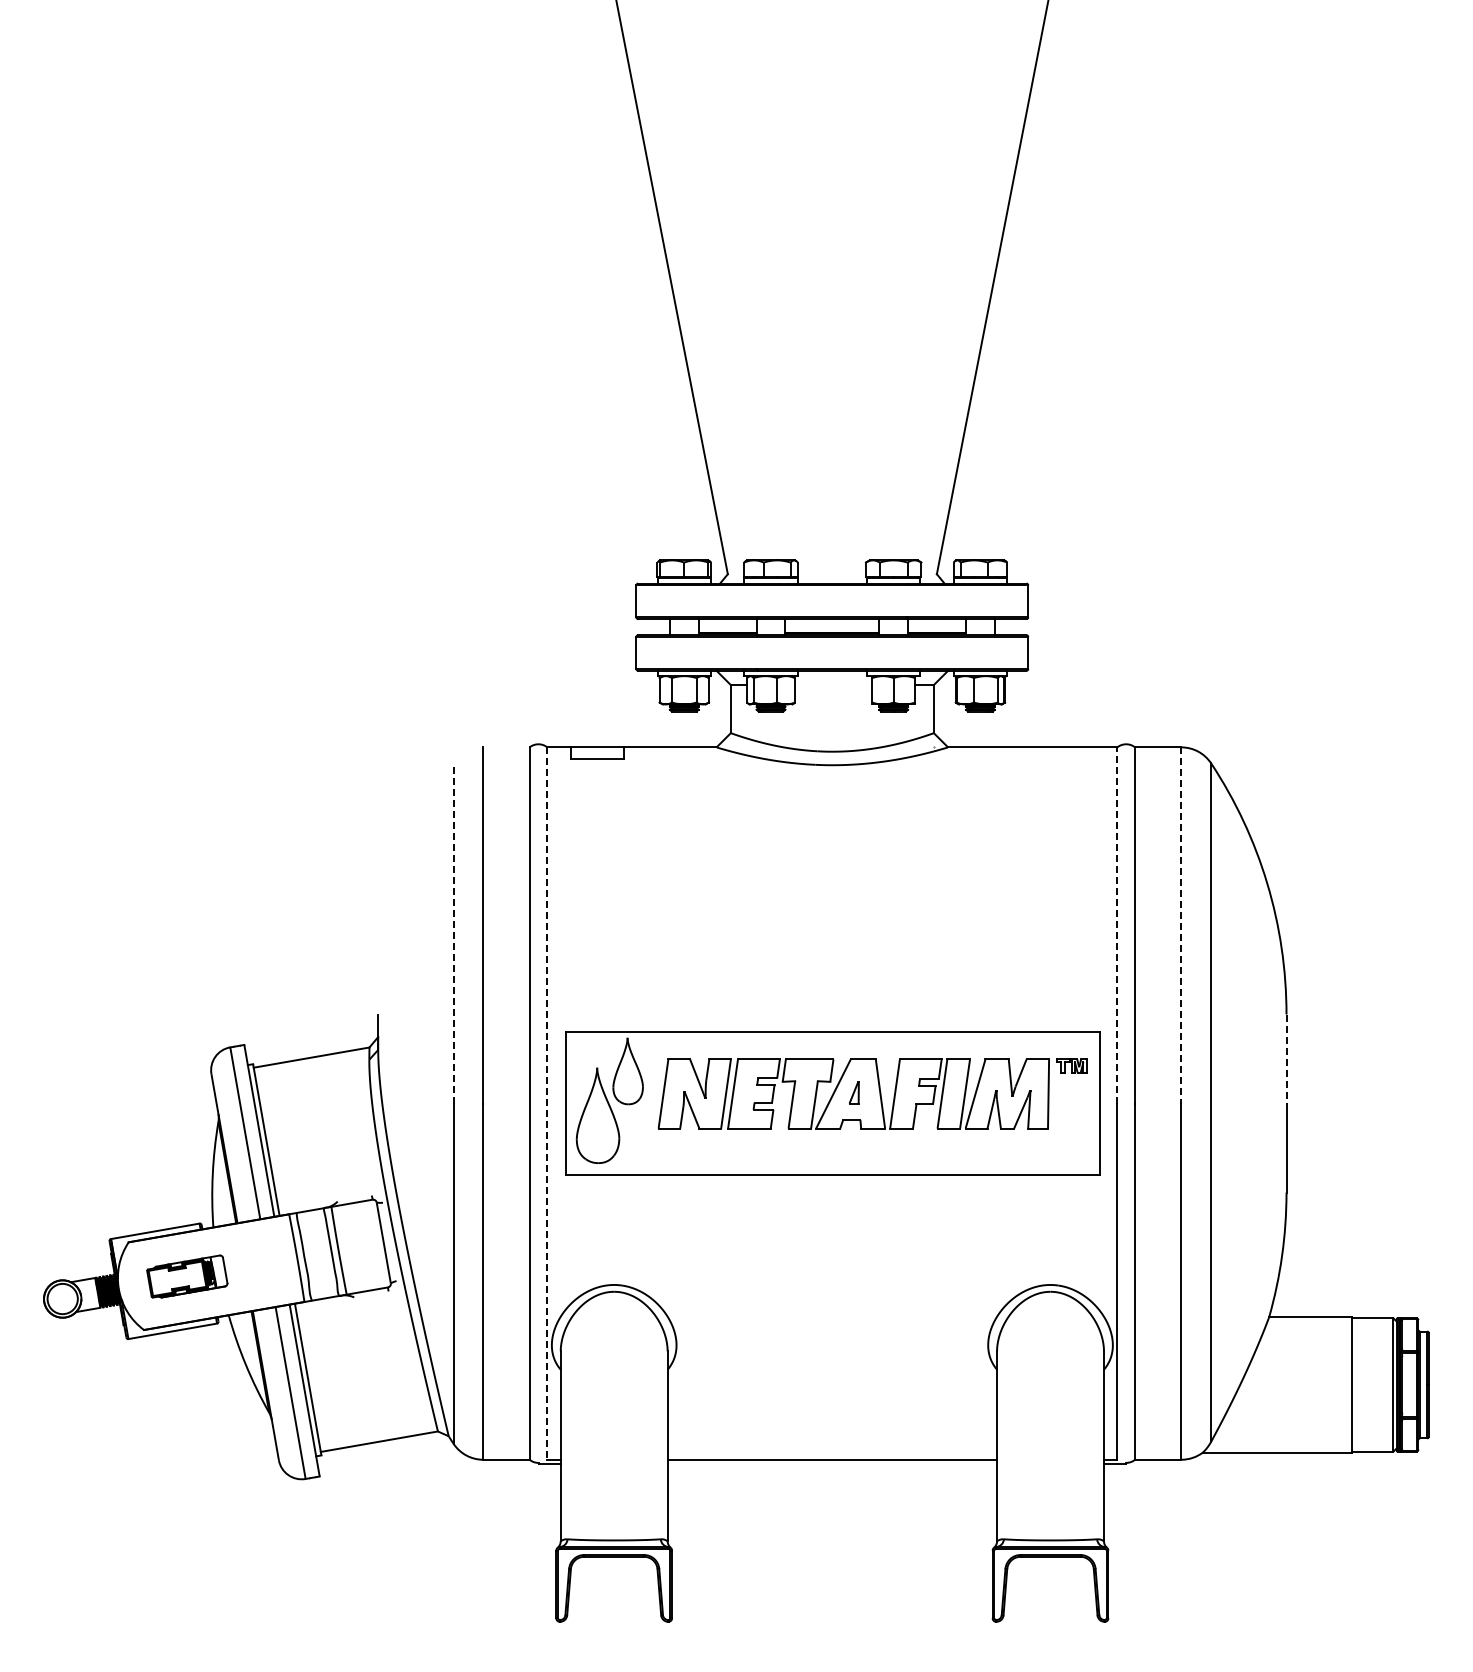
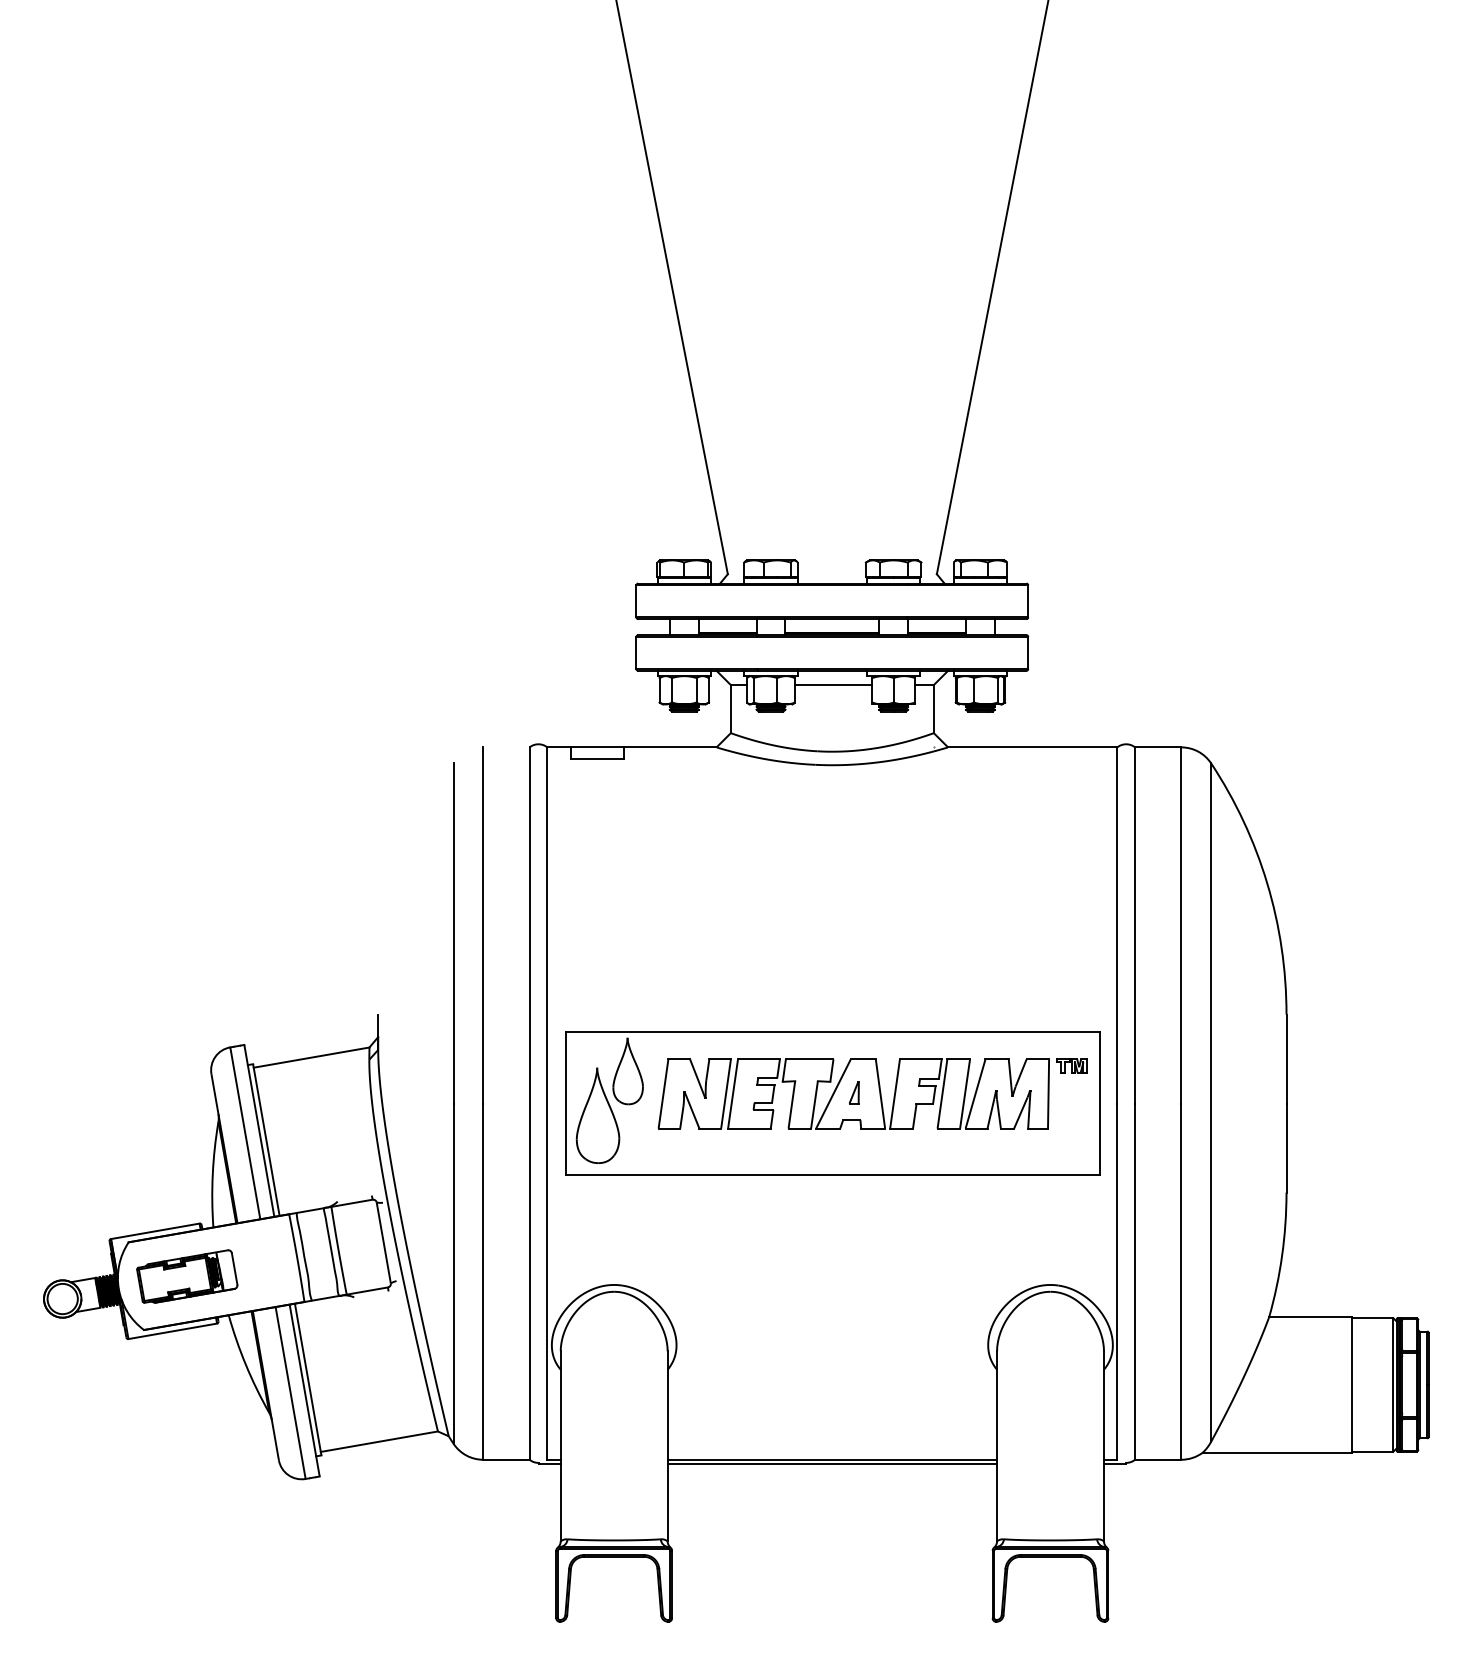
line at (833, 685): none -> present
line at (1117, 924): dashed -> solid
line at (1181, 925): dashed -> solid
line at (453, 932): dashed -> solid
line at (1286, 1059): dashed -> solid
line at (547, 1104): dashed -> solid
part at (187, 1276) size: 83x45 px -> 103x55 px
line at (832, 1464): none -> present
